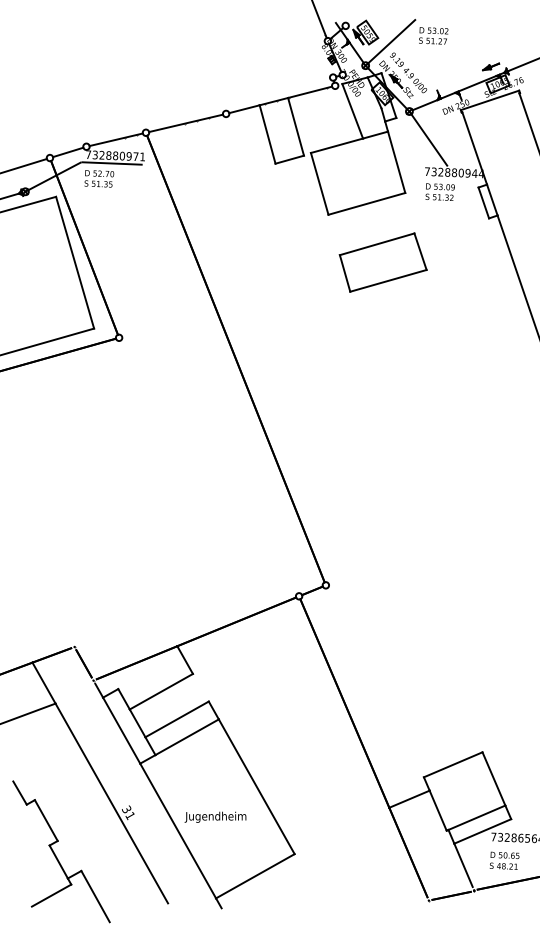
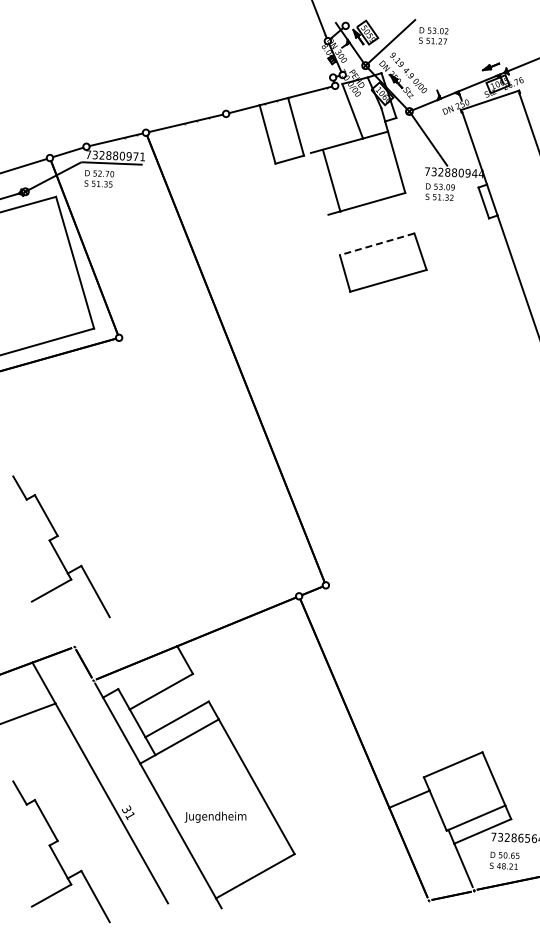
line at (319, 183) position: (319, 183) -> (331, 180)
line at (377, 244): solid -> dashed
part at (55, 548): none -> present
